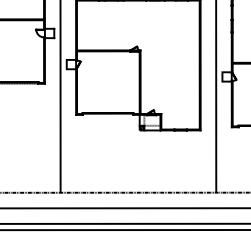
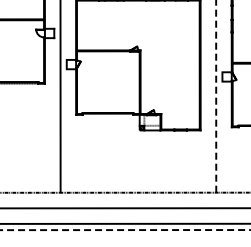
line at (216, 95): solid -> dashed
line at (125, 230): solid -> dashed
